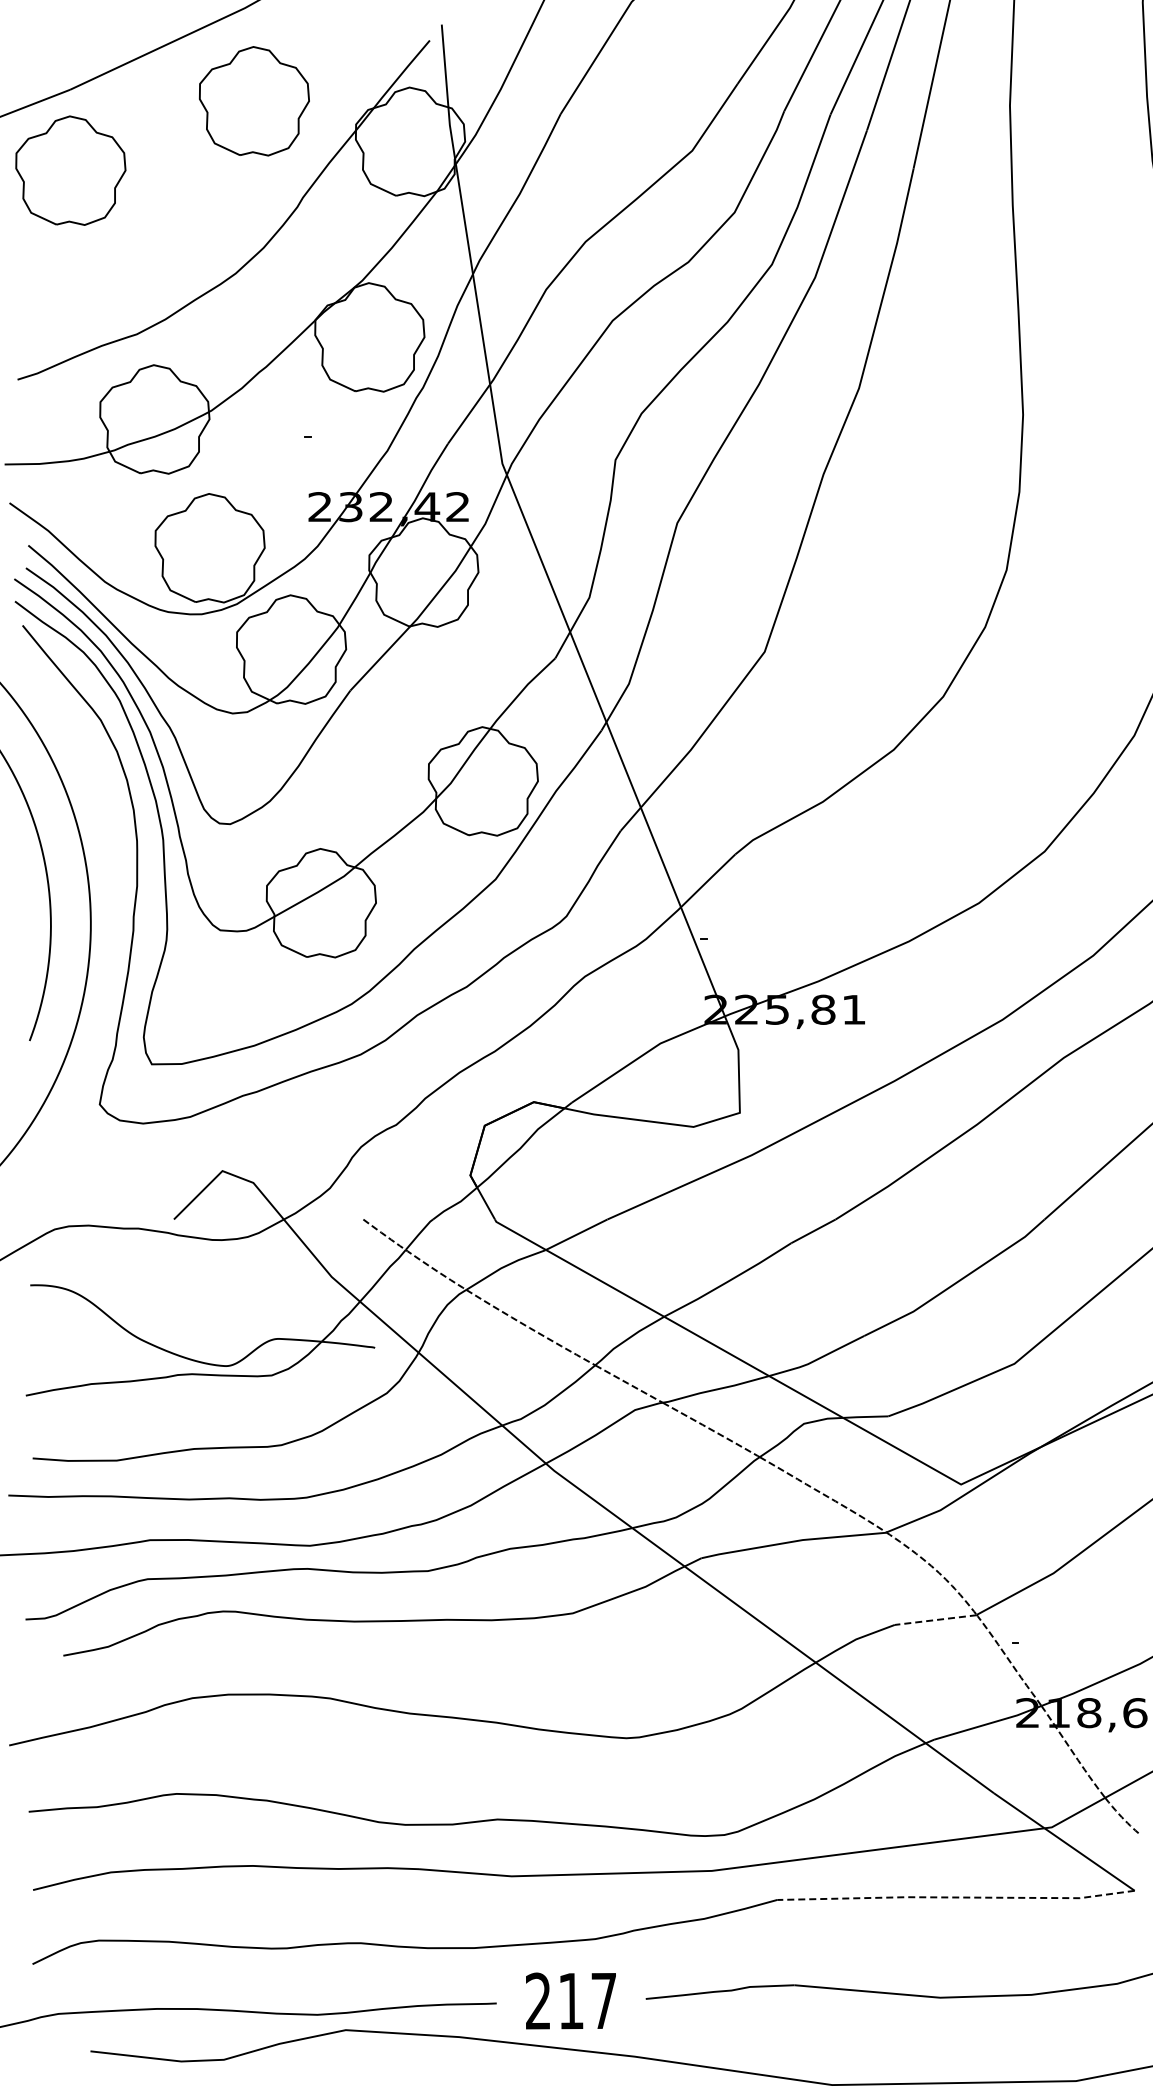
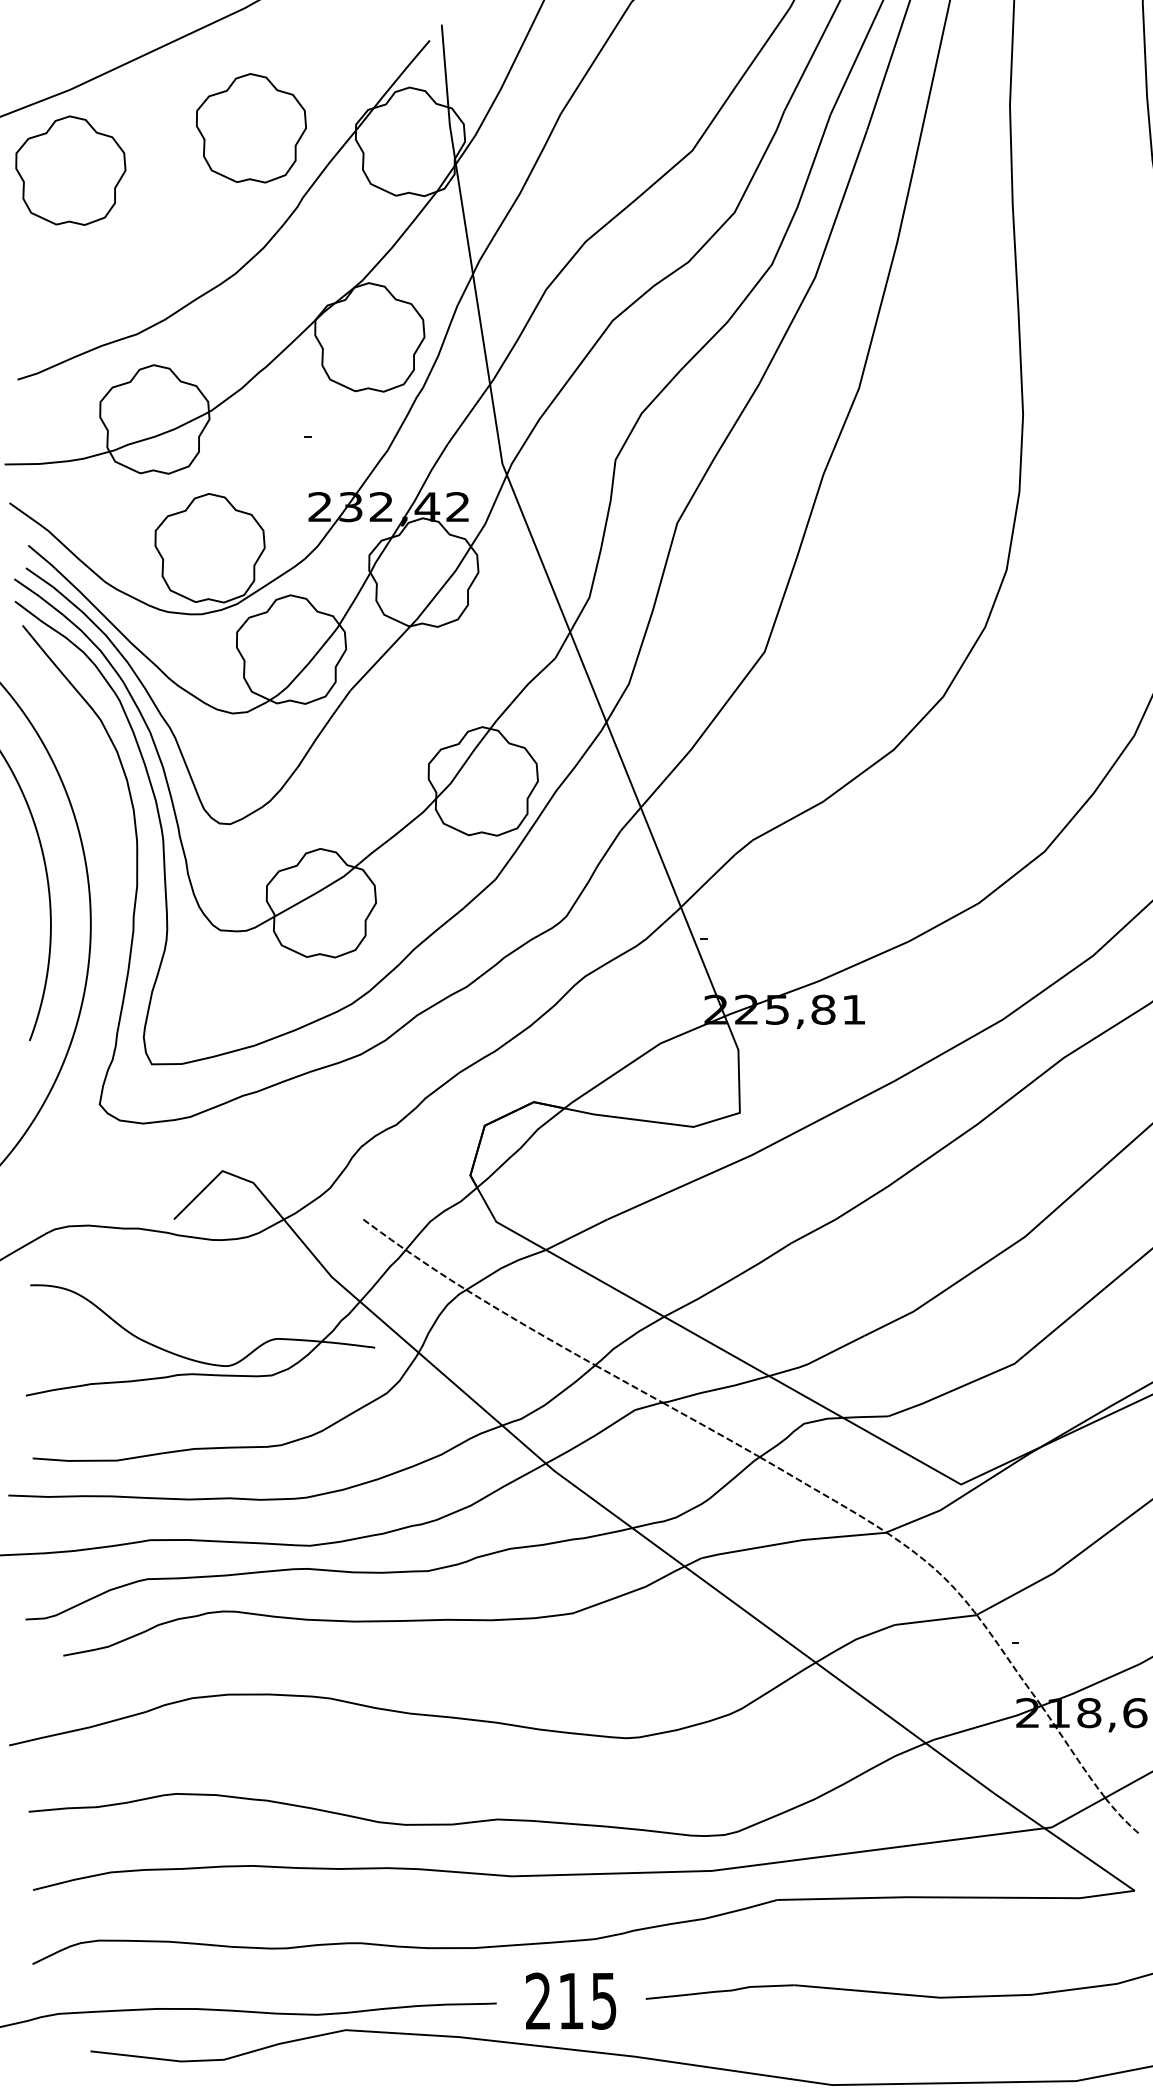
part at (254, 101) position: (254, 101) -> (251, 128)
line at (936, 1620): dashed -> solid
line at (956, 1897): dashed -> solid
text at (603, 2001): 217 -> 215
